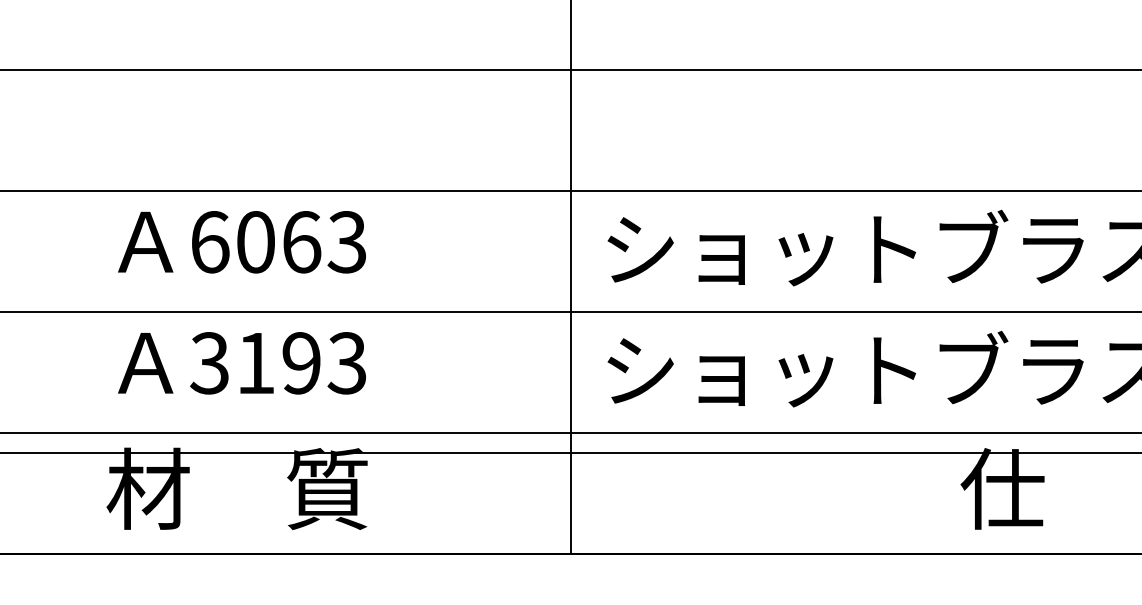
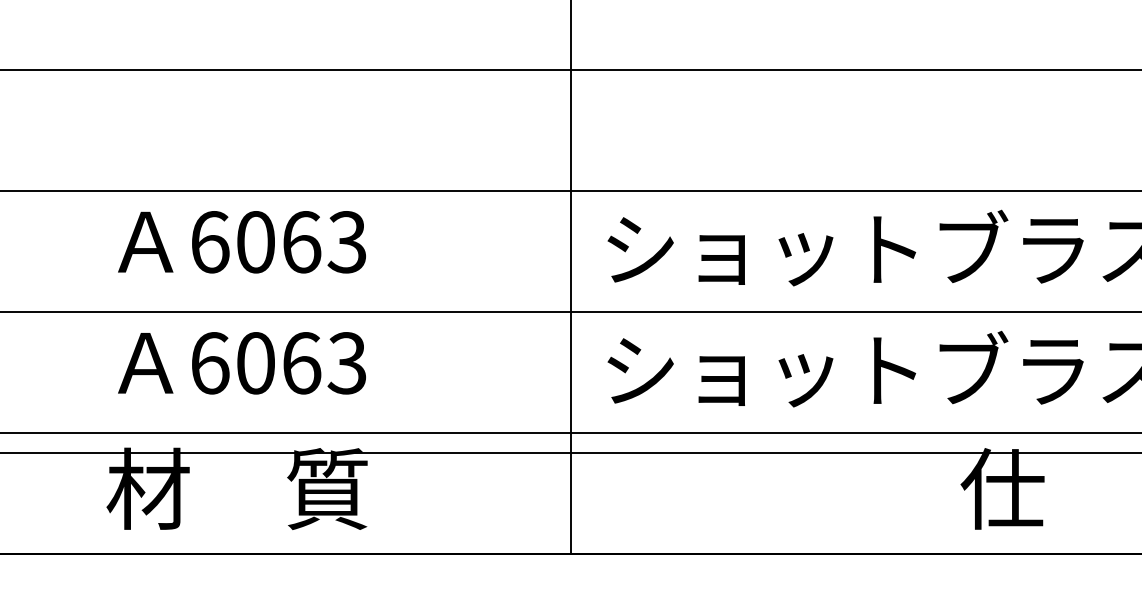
text at (255, 363): 3193 -> 6063
